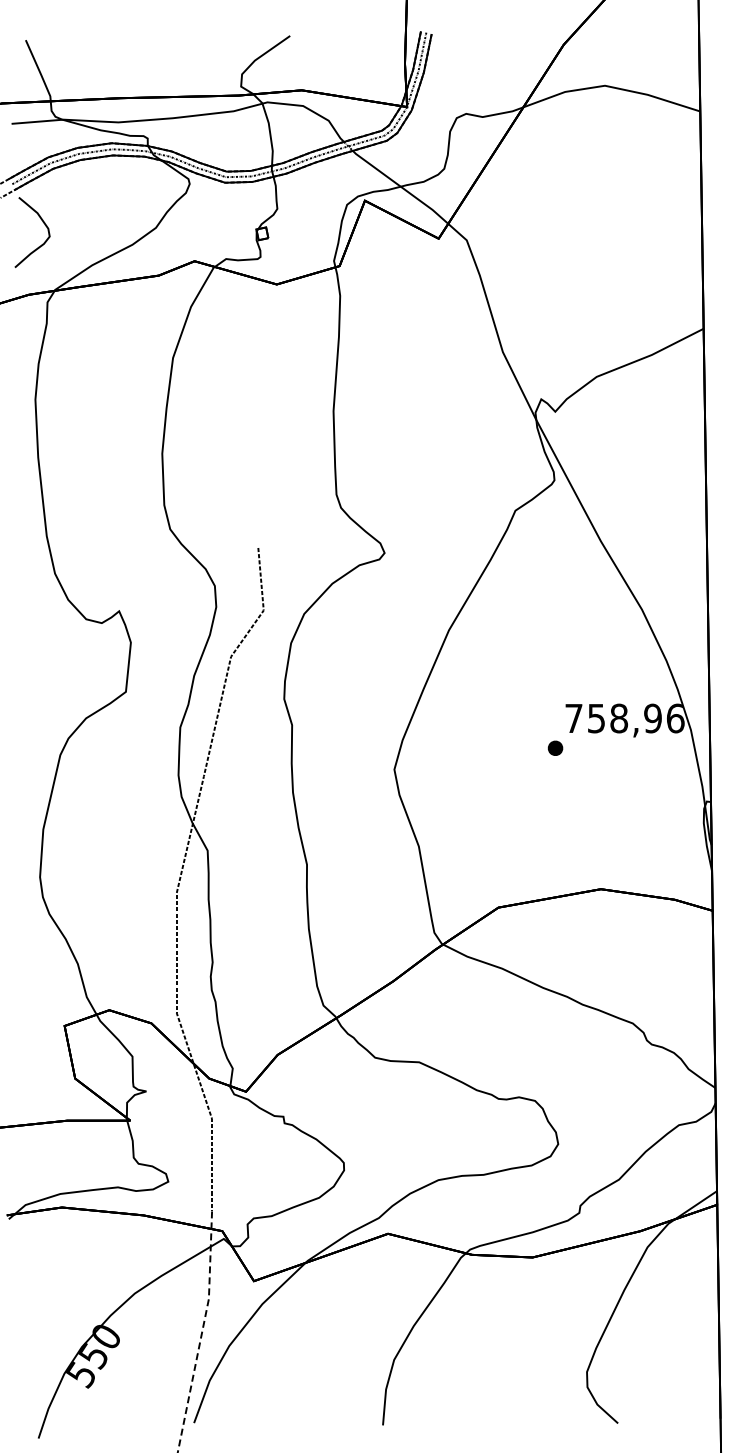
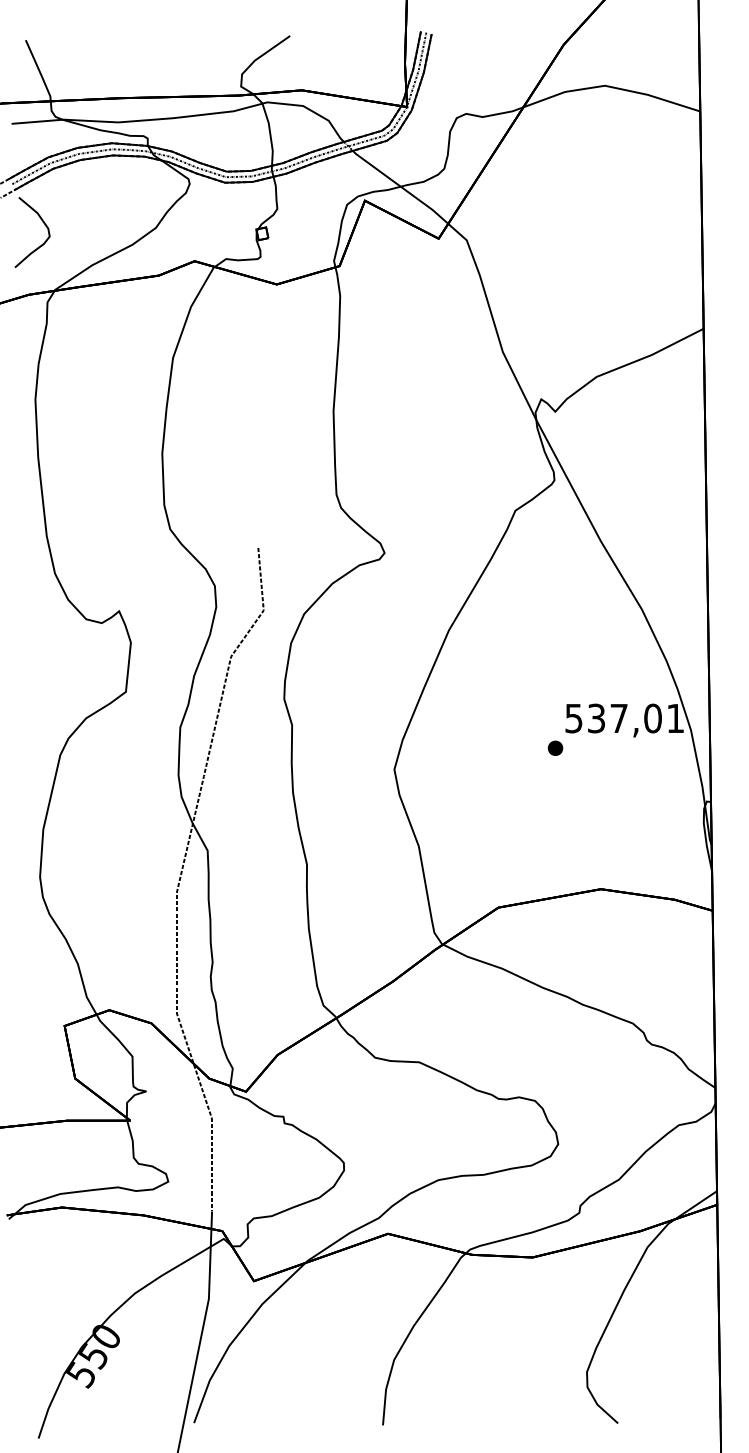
text at (624, 718): 758,96 -> 537,01
line at (202, 1332): dashed -> solid
